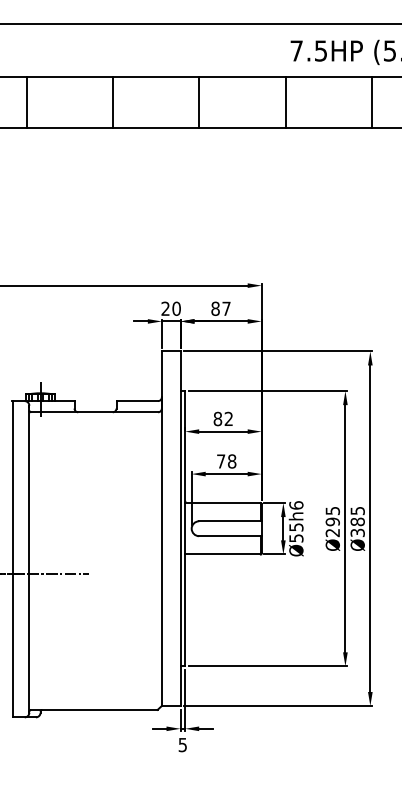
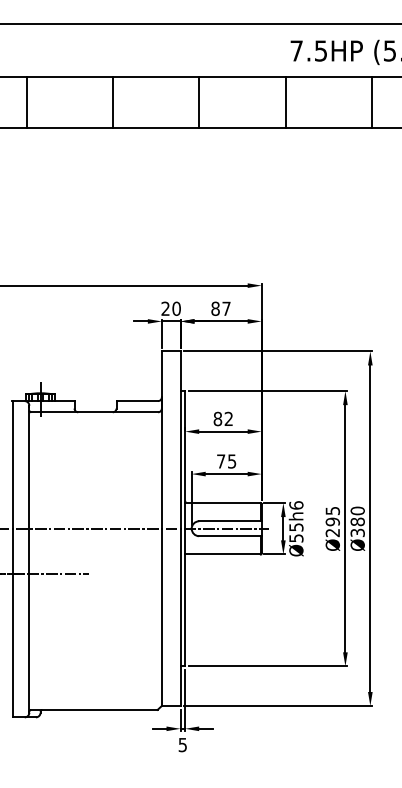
text at (232, 461): 78 -> 75
text at (357, 510): Ø385 -> Ø380
line at (135, 528): none -> present
